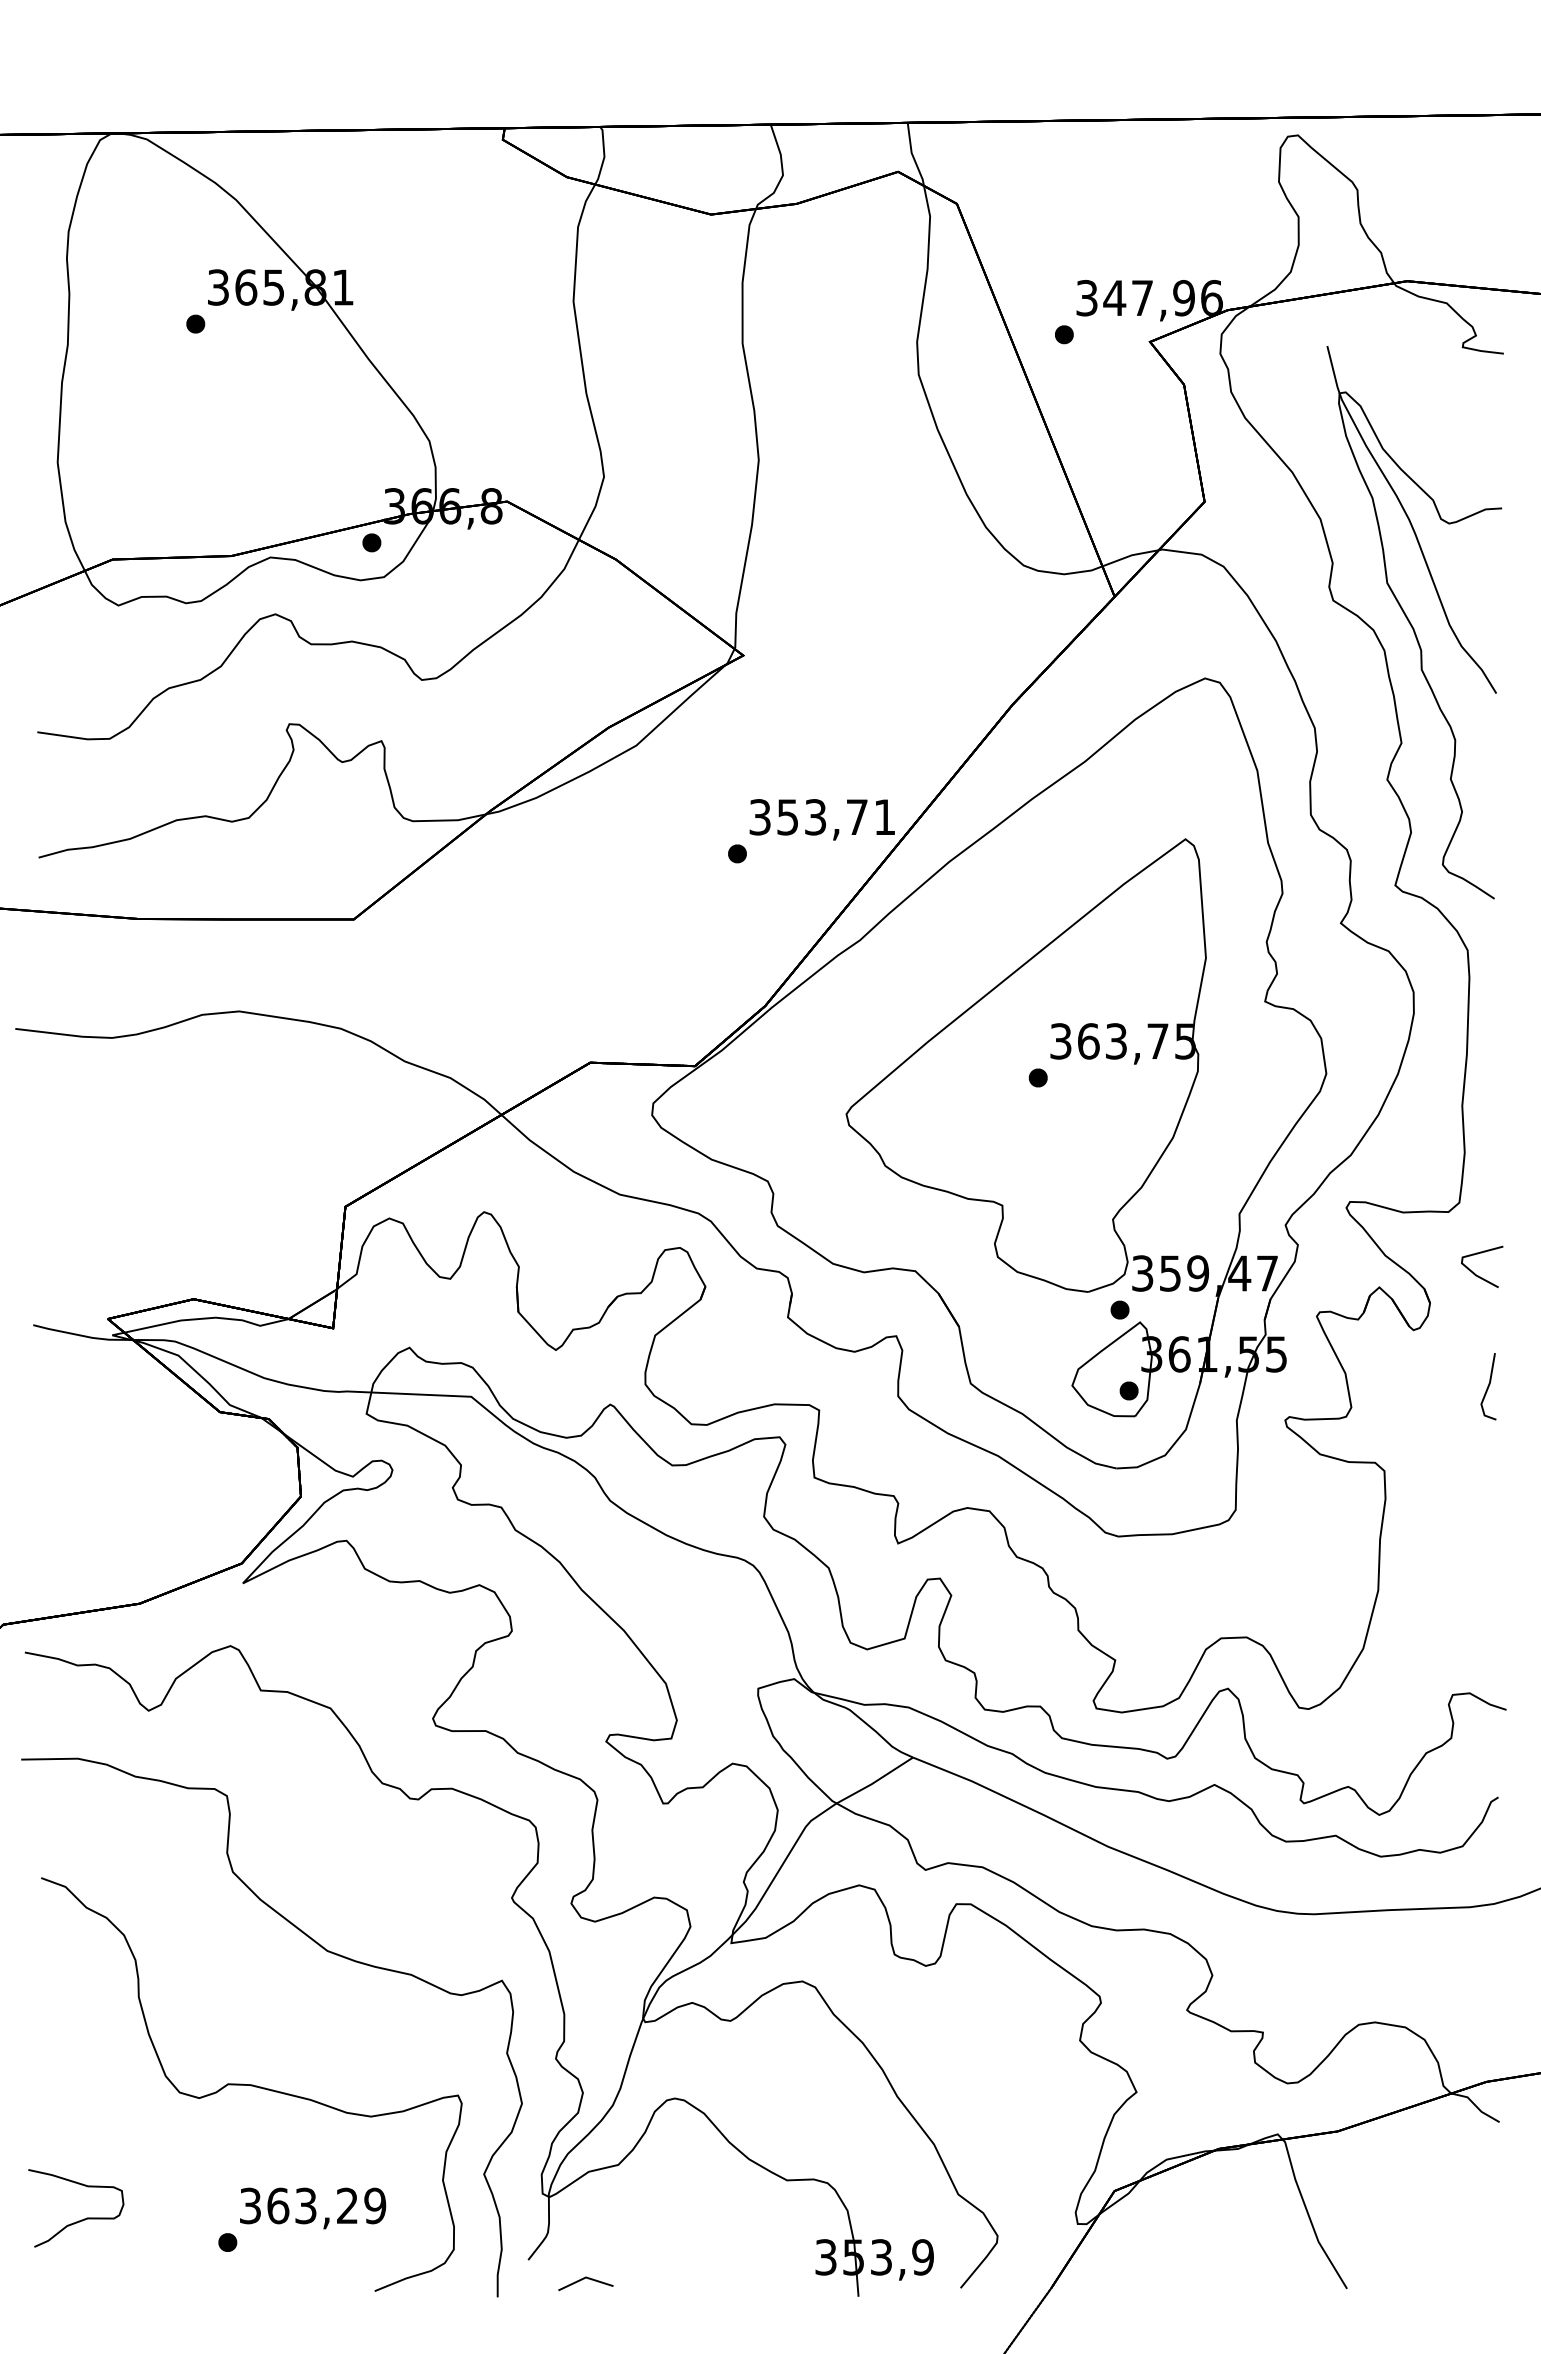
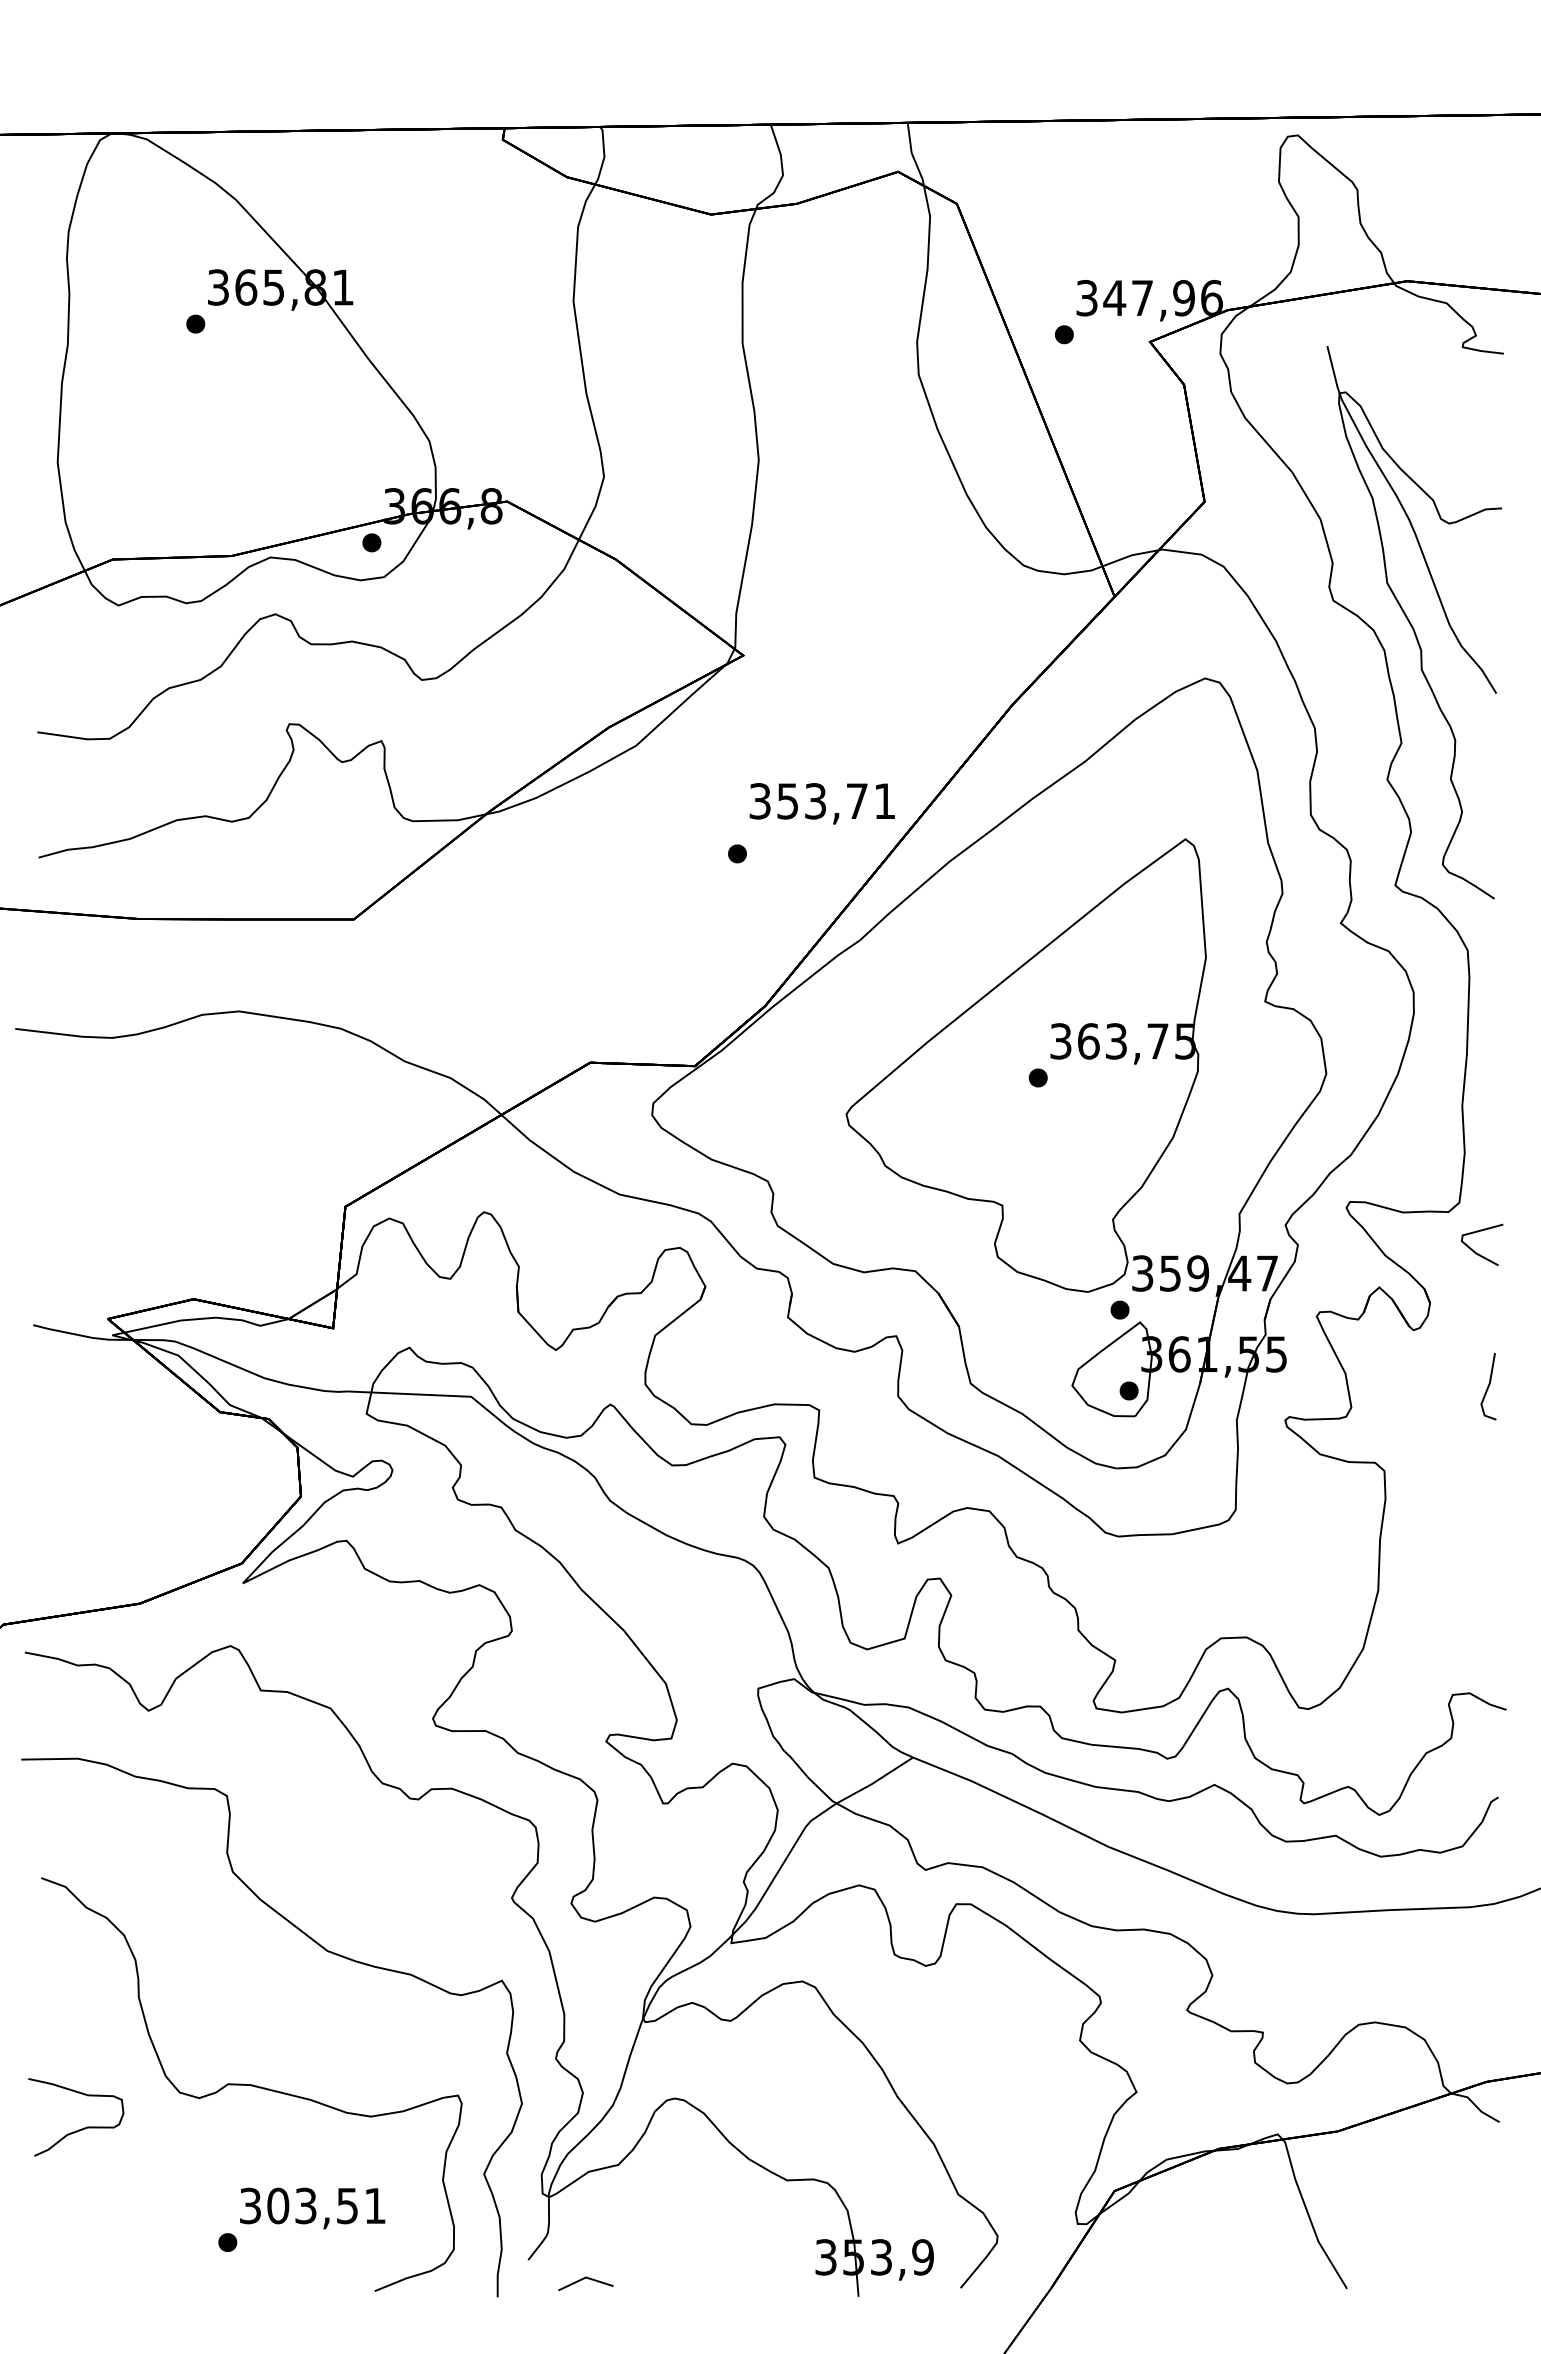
text at (821, 819) position: (821, 819) -> (821, 803)
line at (1478, 1275) position: (1478, 1275) -> (1478, 1253)
text at (326, 2205): 363,29 -> 303,51
curve at (81, 2219) position: (81, 2219) -> (81, 2128)
